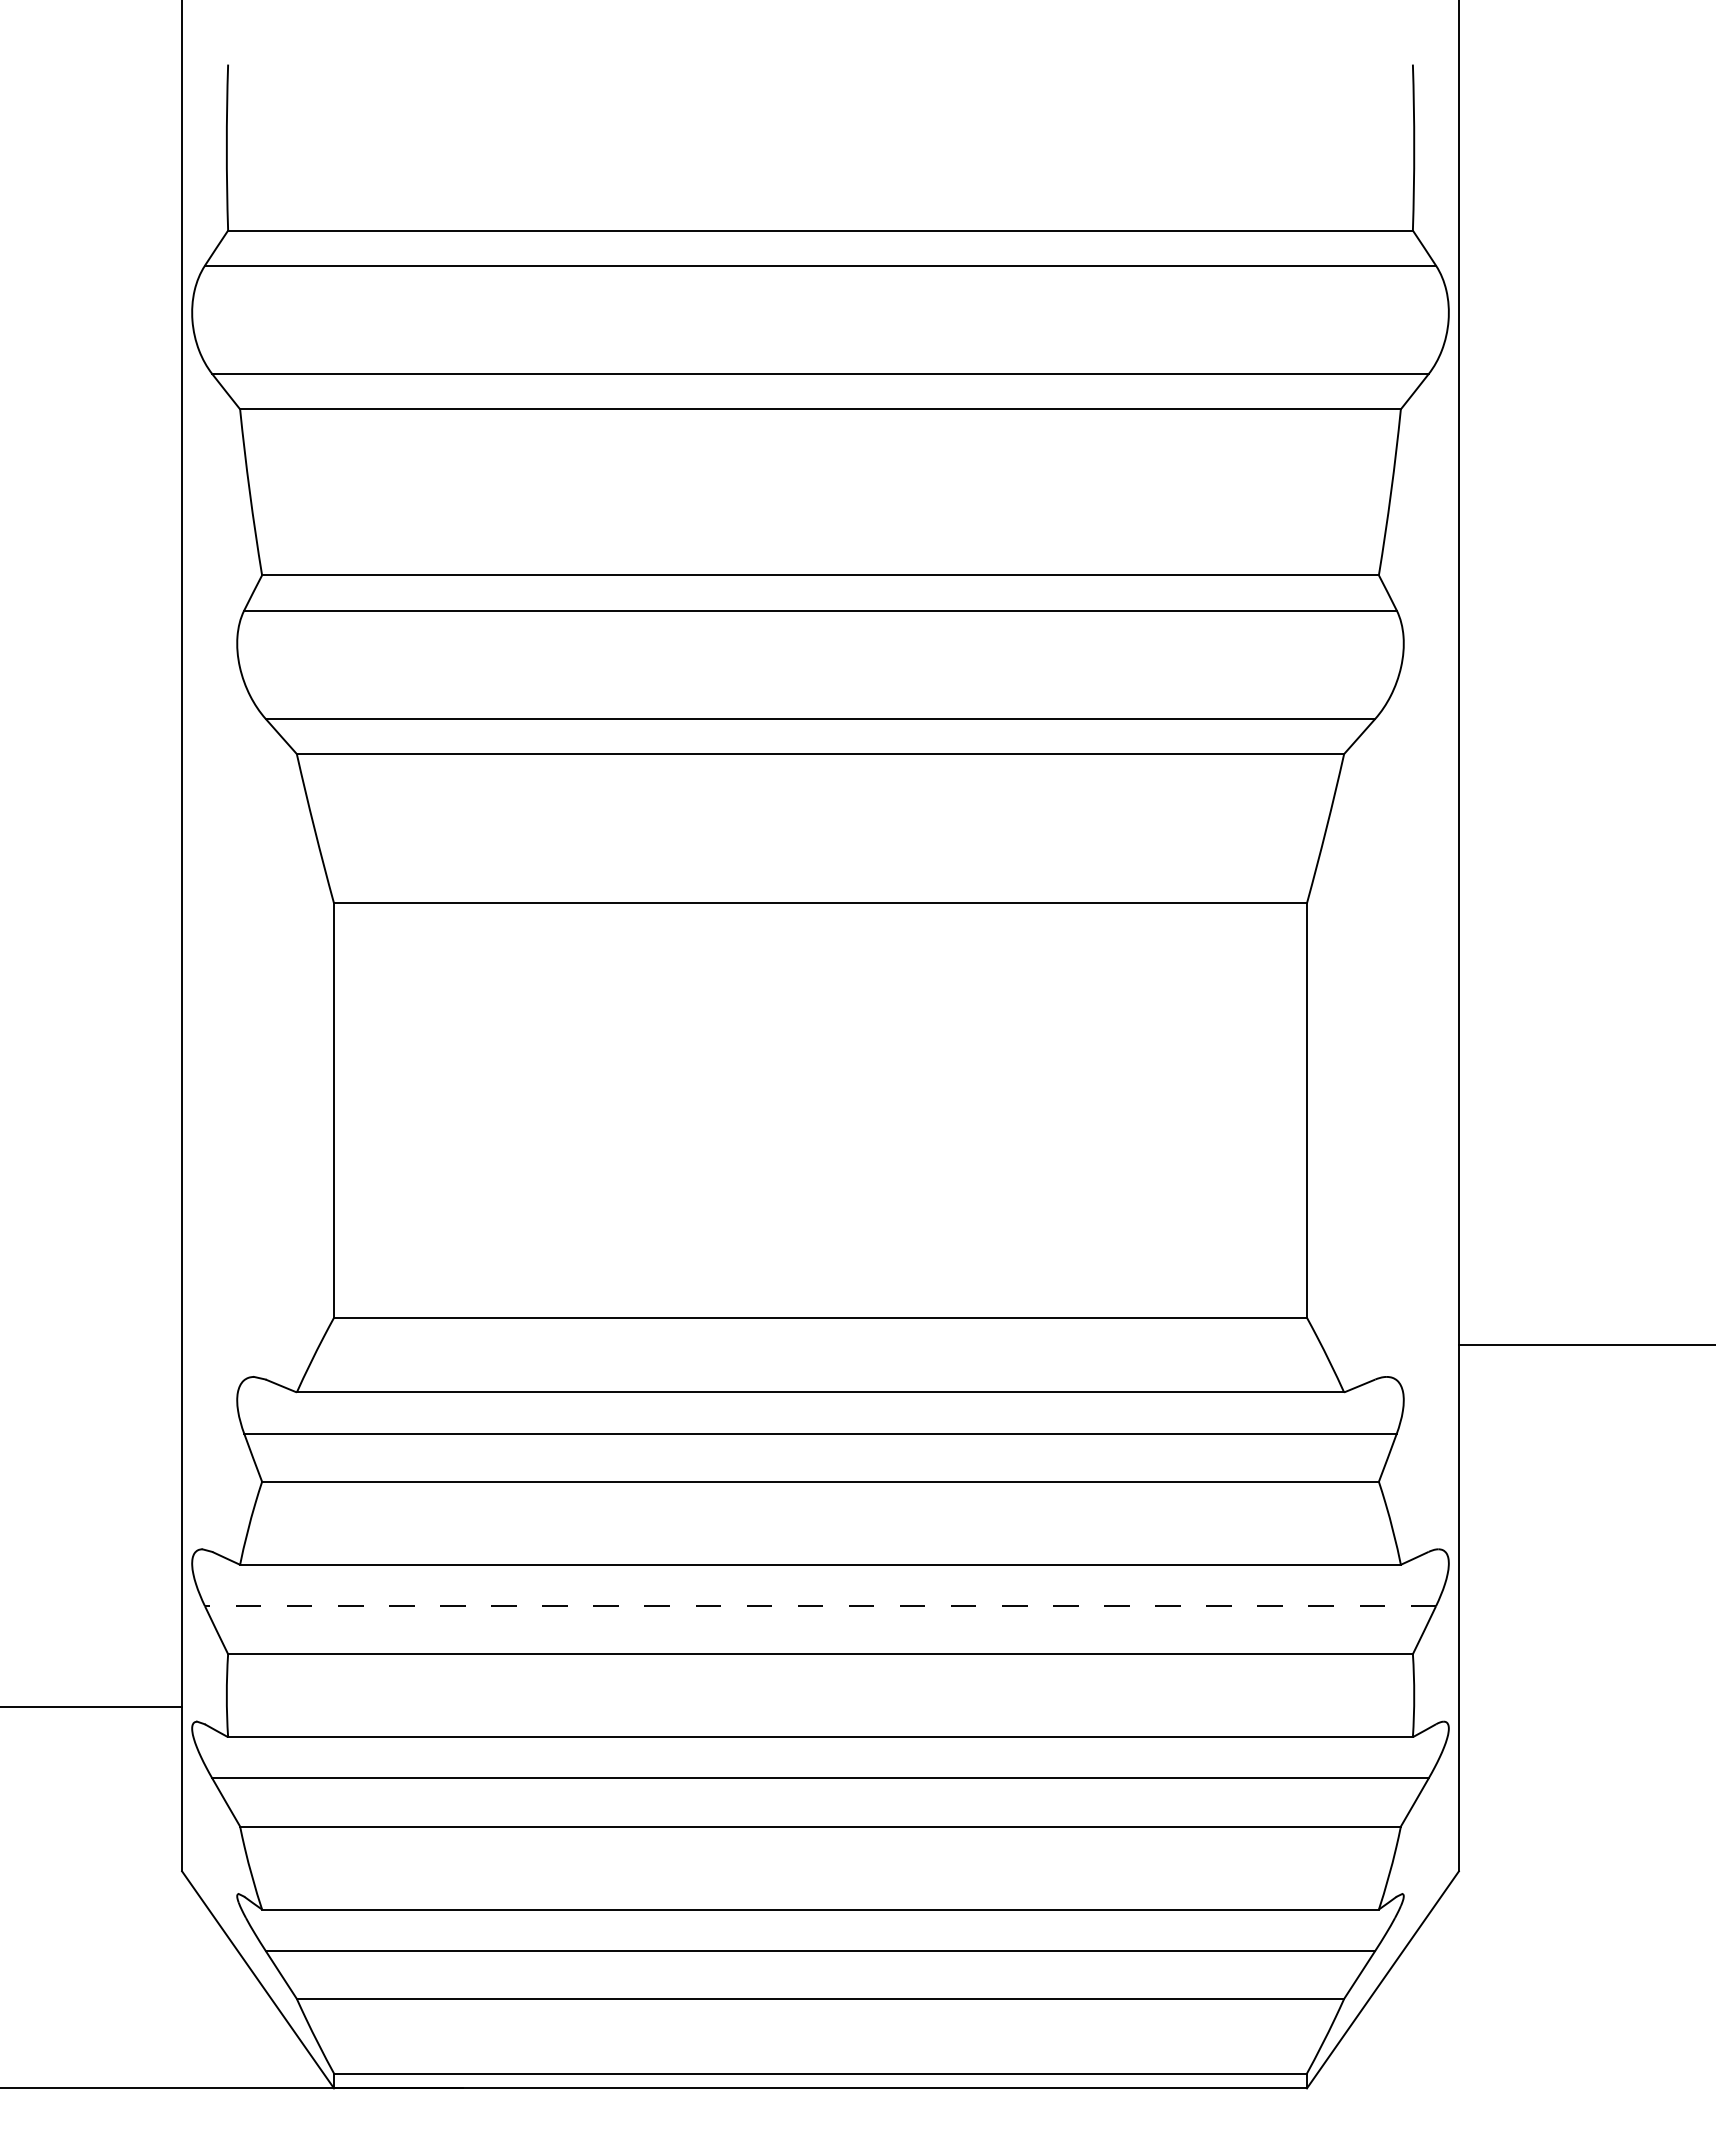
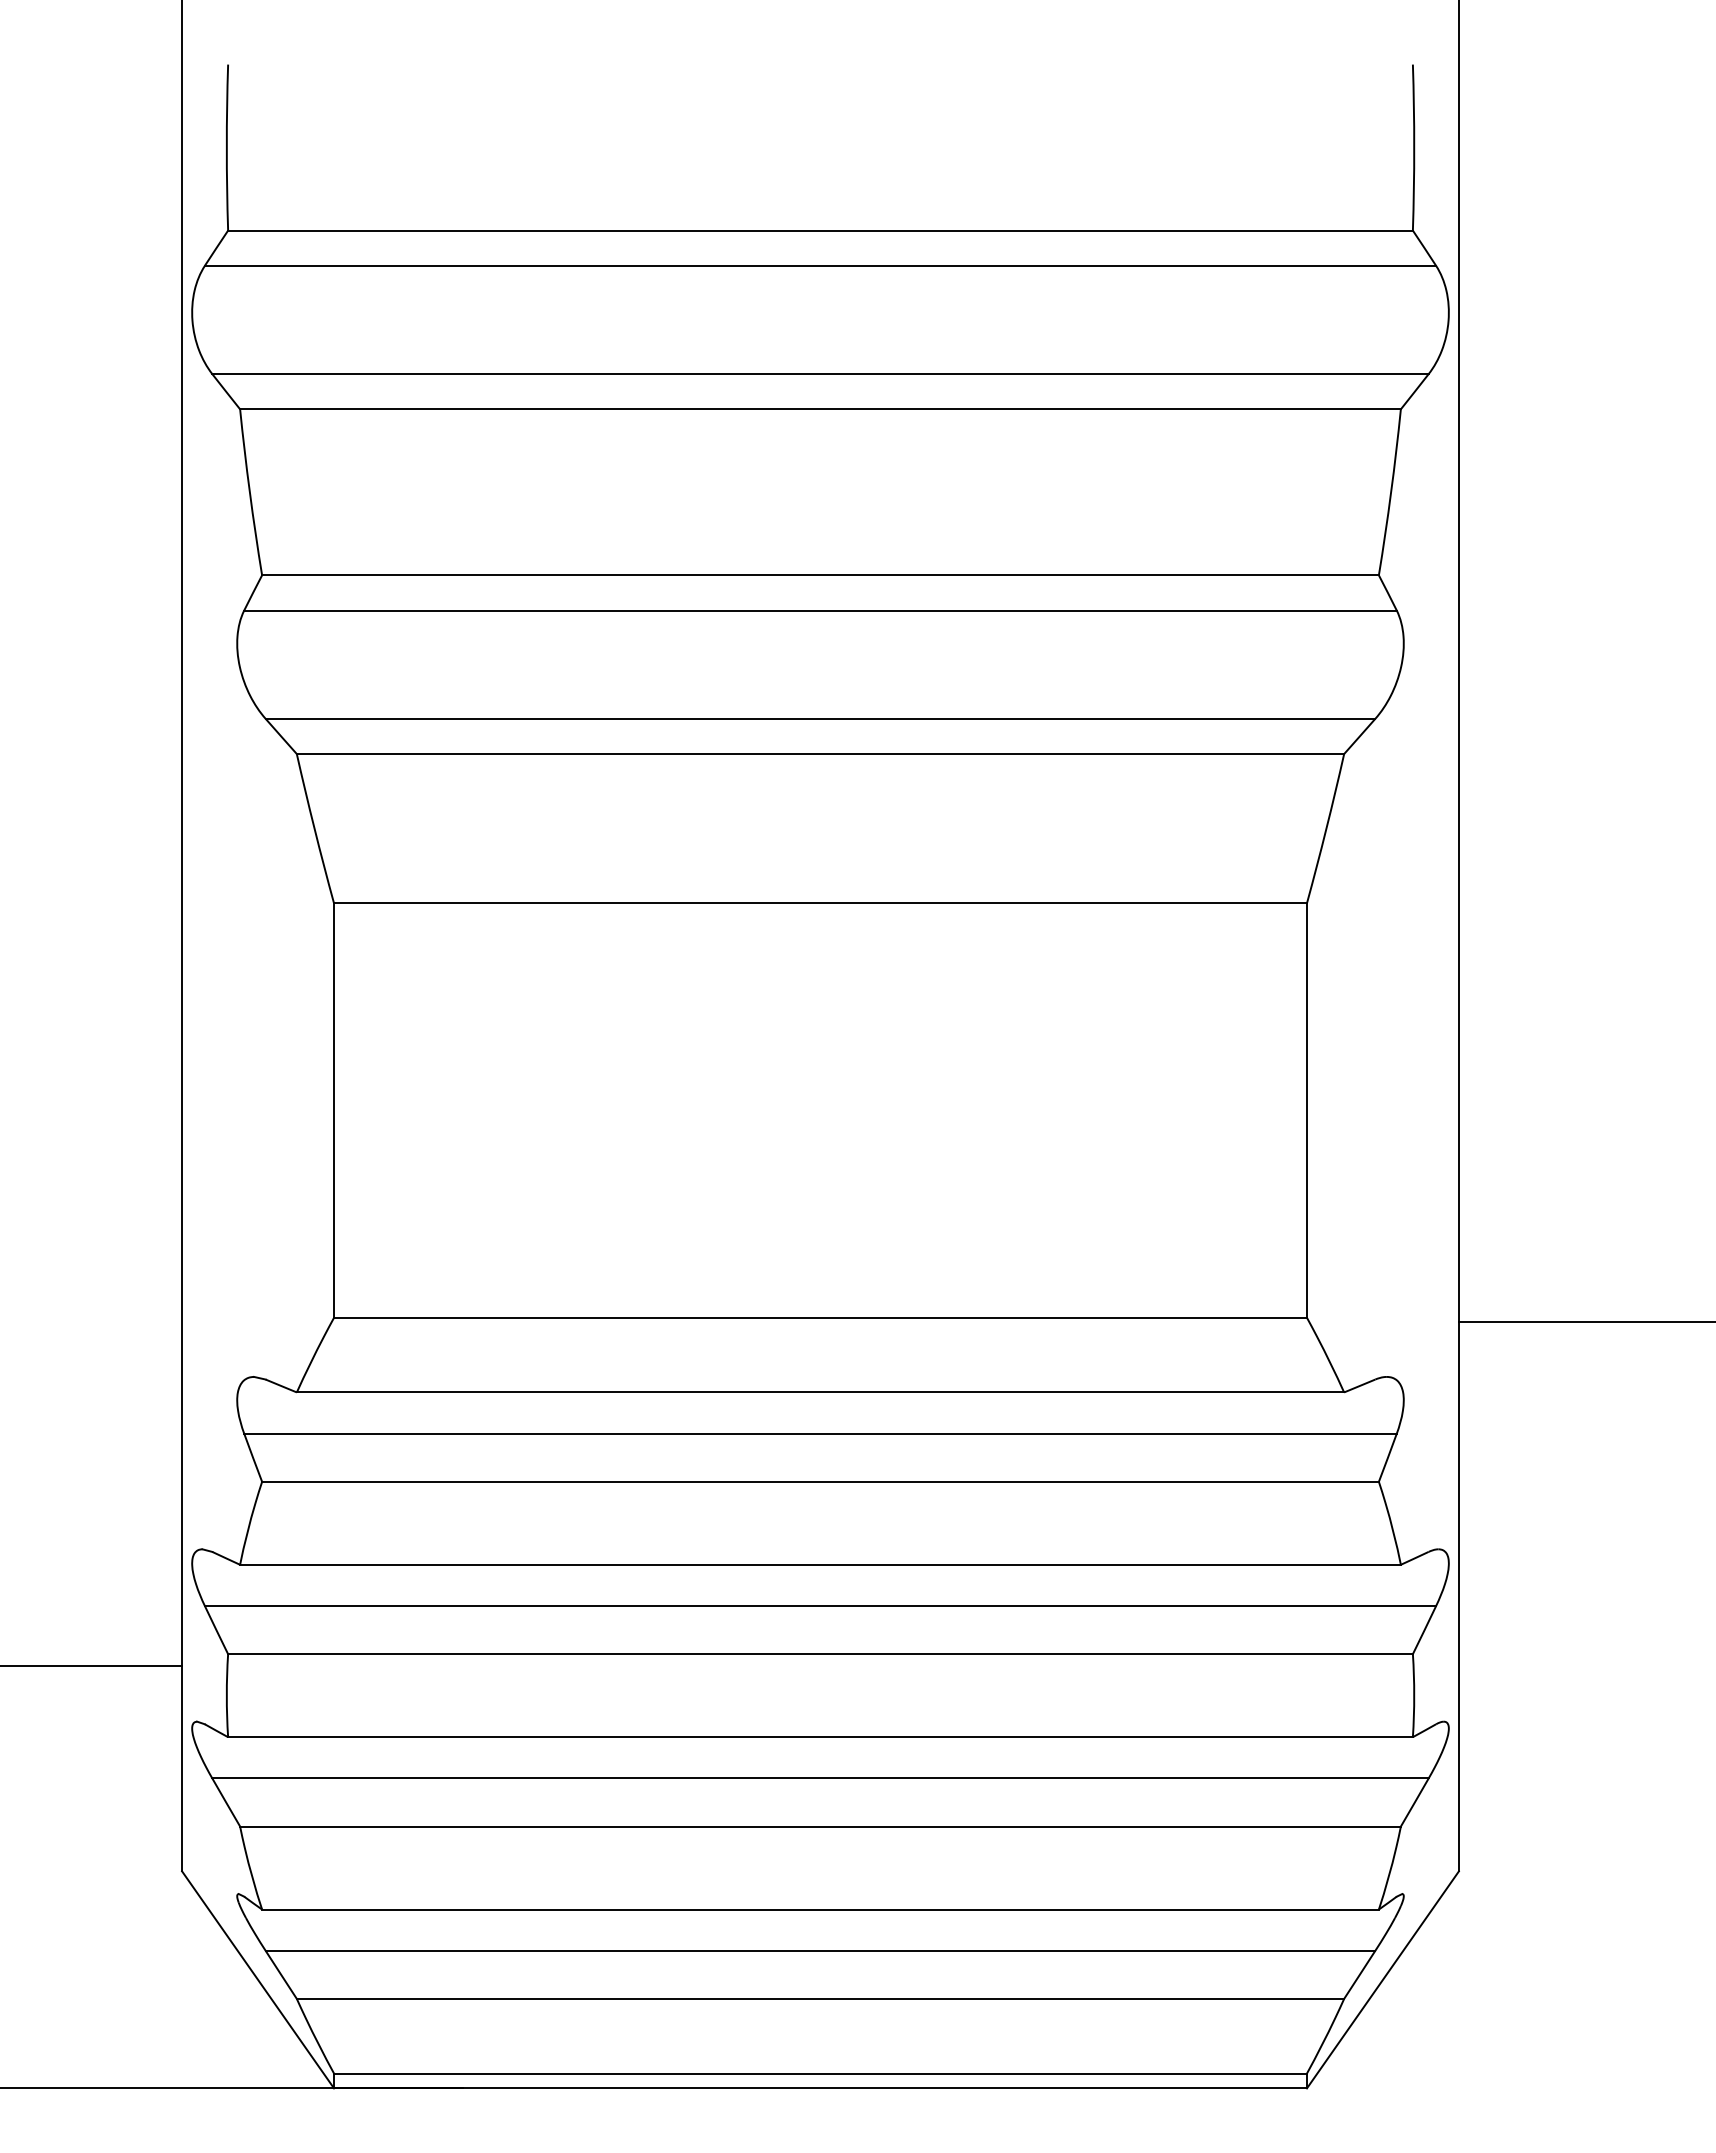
line at (1585, 1345) position: (1585, 1345) -> (1585, 1322)
line at (820, 1606): dashed -> solid
line at (92, 1706) position: (92, 1706) -> (92, 1665)
